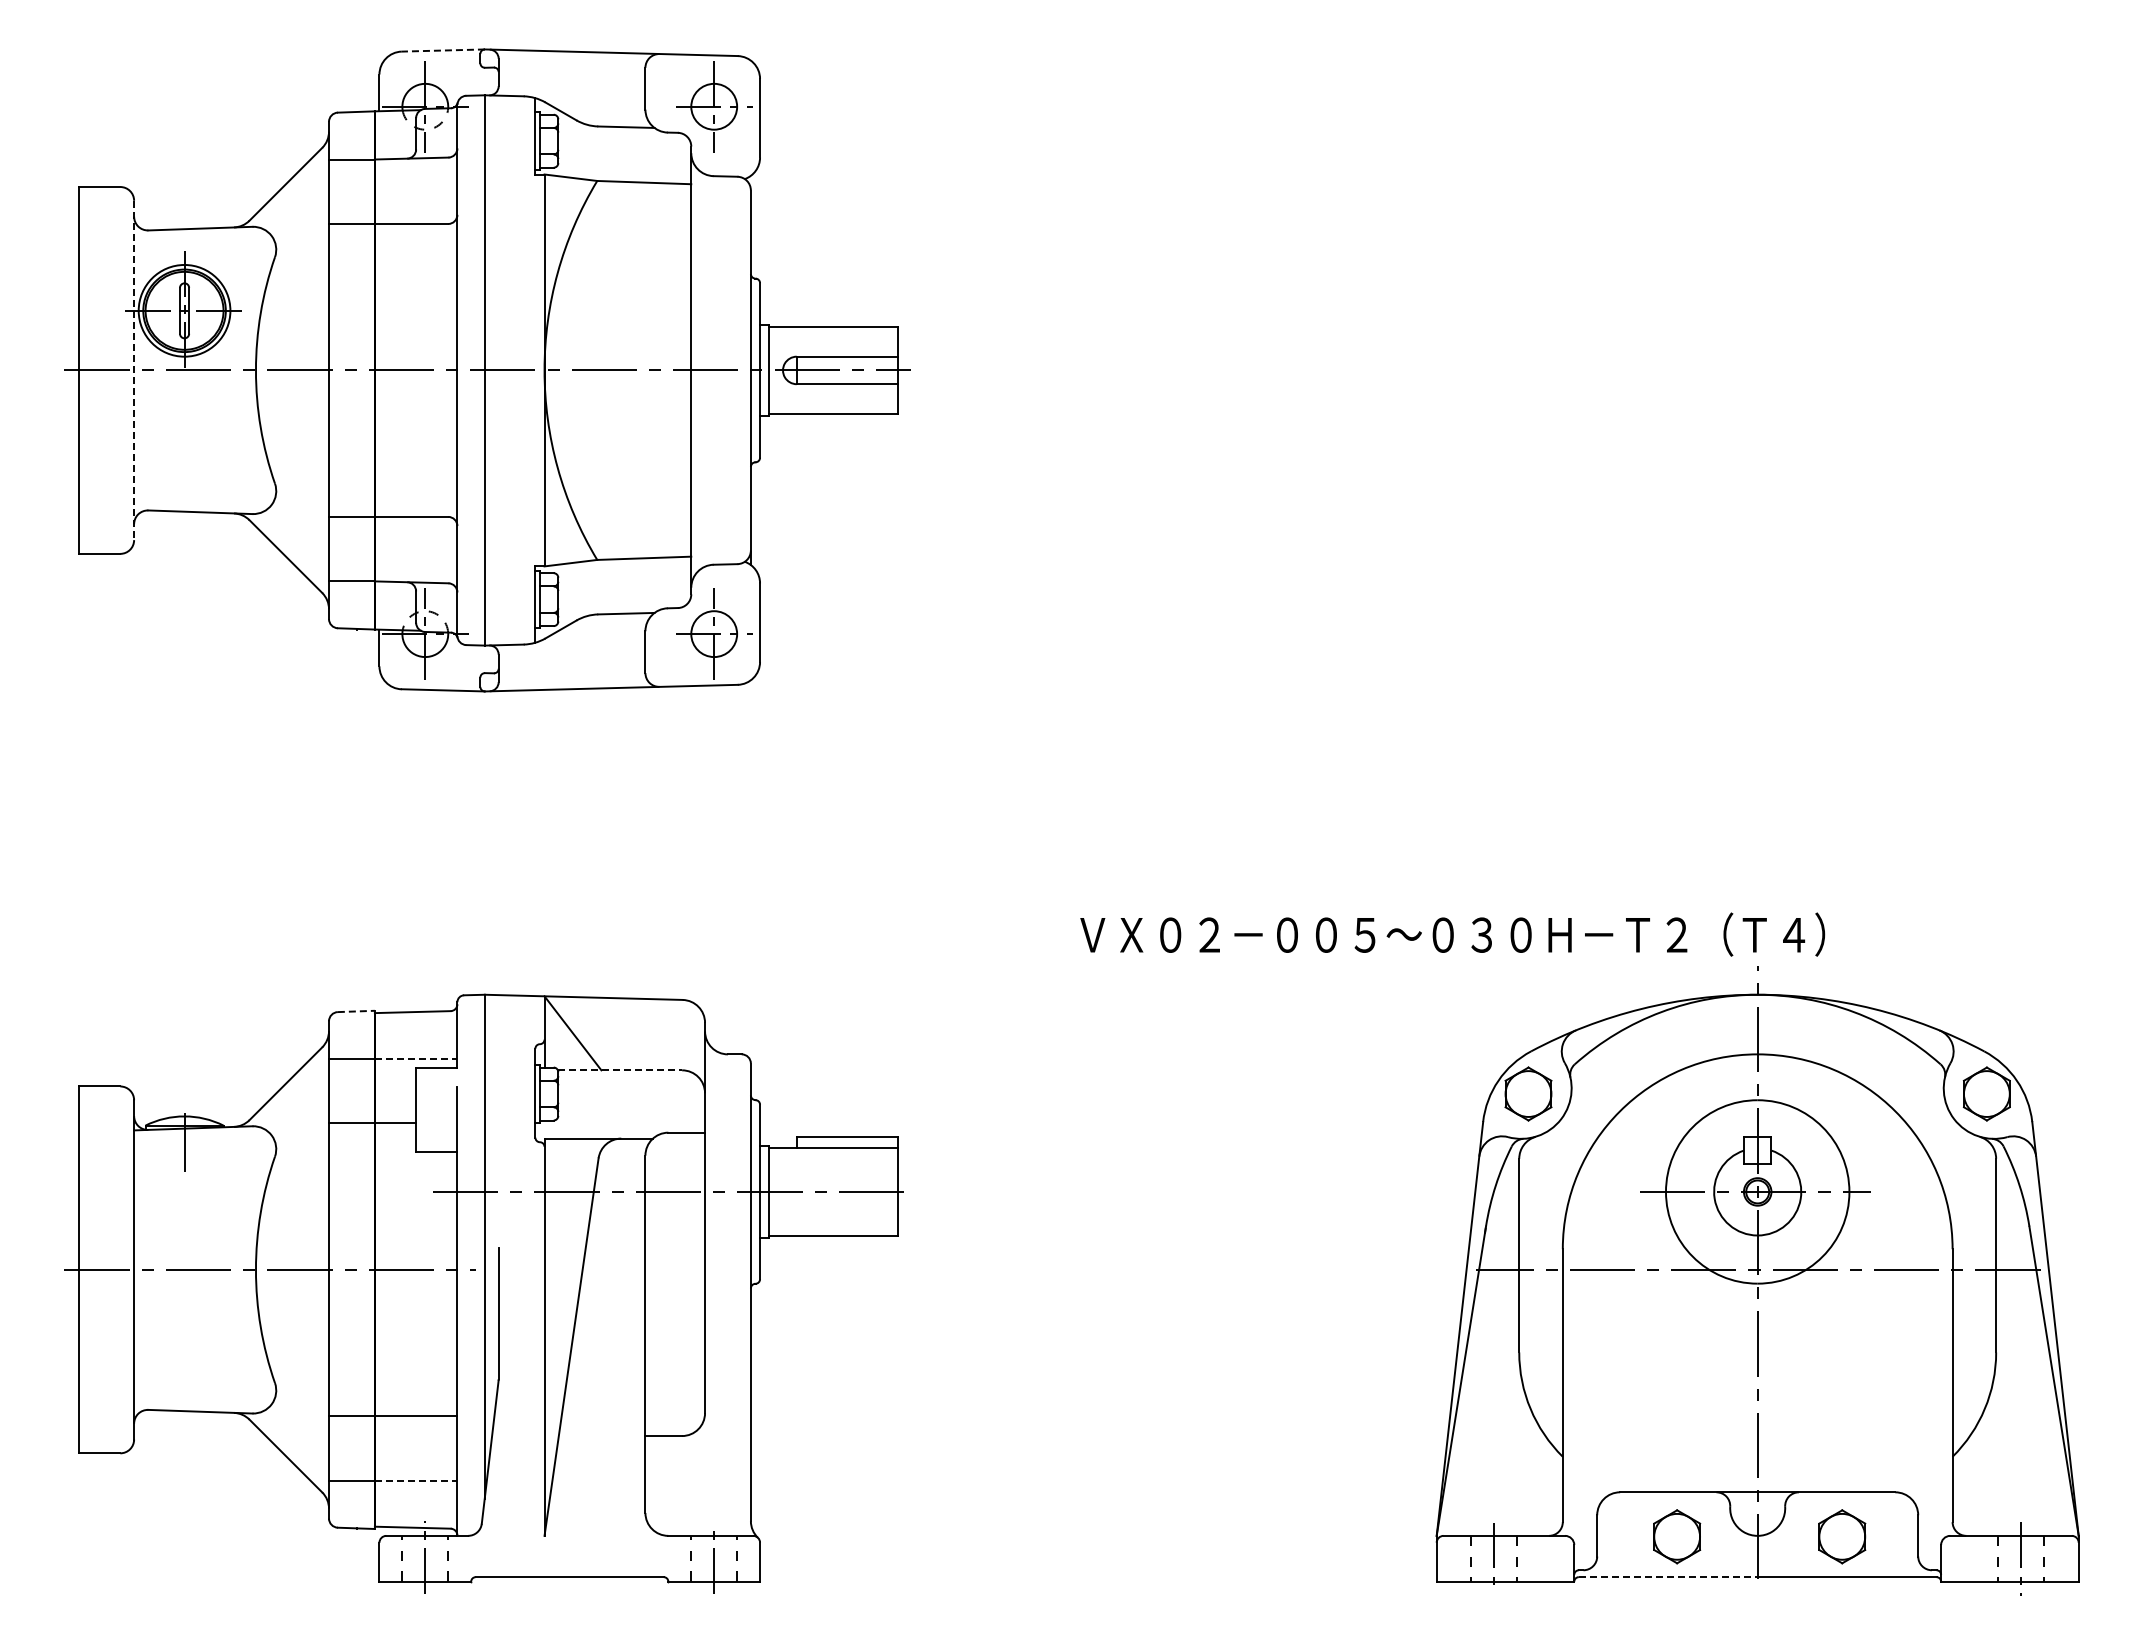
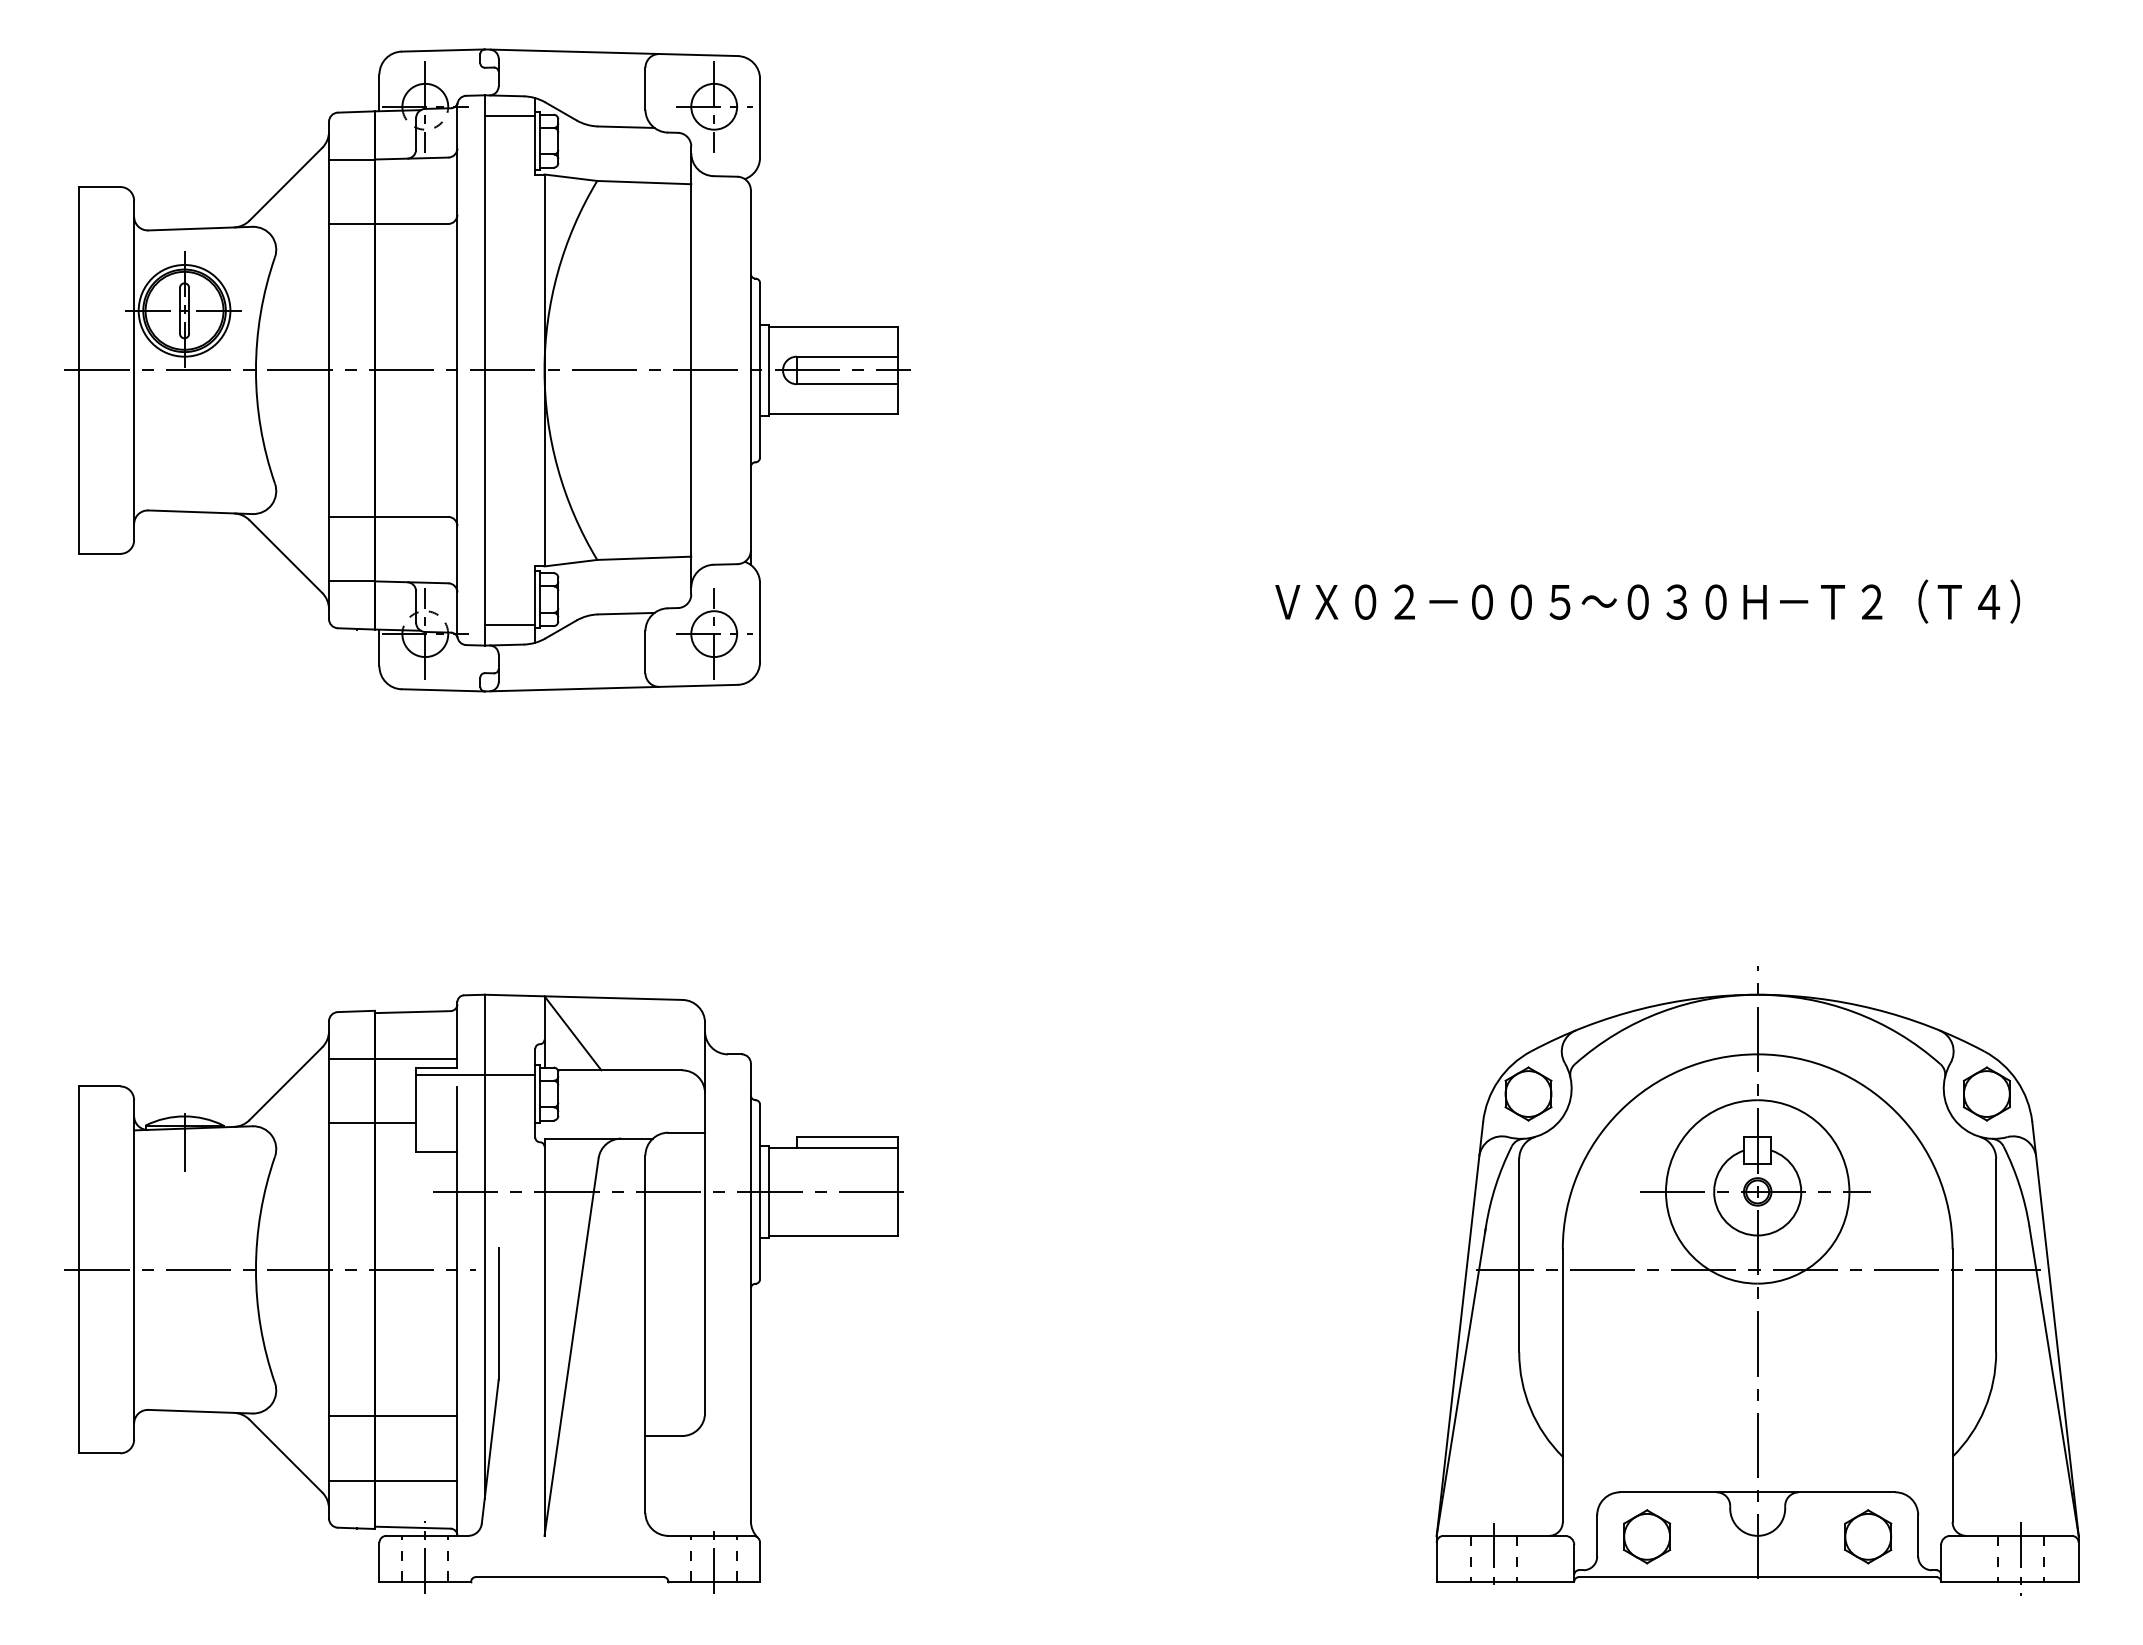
line at (443, 50): dashed -> solid
line at (509, 115): none -> present
line at (134, 370): dashed -> solid
line at (509, 625): none -> present
text at (1452, 934) position: (1452, 934) -> (1647, 601)
line at (356, 1011): dashed -> solid
line at (416, 1058): dashed -> solid
line at (620, 1070): dashed -> solid
line at (475, 1074): none -> present
line at (416, 1480): dashed -> solid
part at (1677, 1536) position: (1677, 1536) -> (1647, 1536)
part at (1842, 1536) position: (1842, 1536) -> (1868, 1536)
line at (1668, 1577): dashed -> solid
